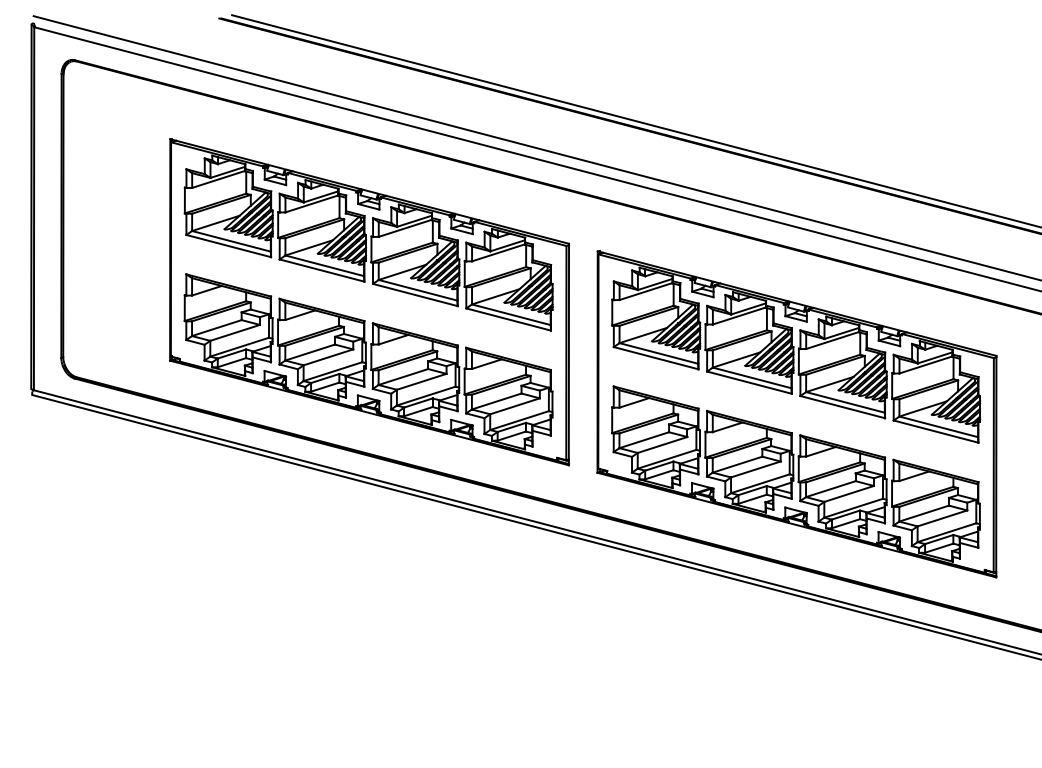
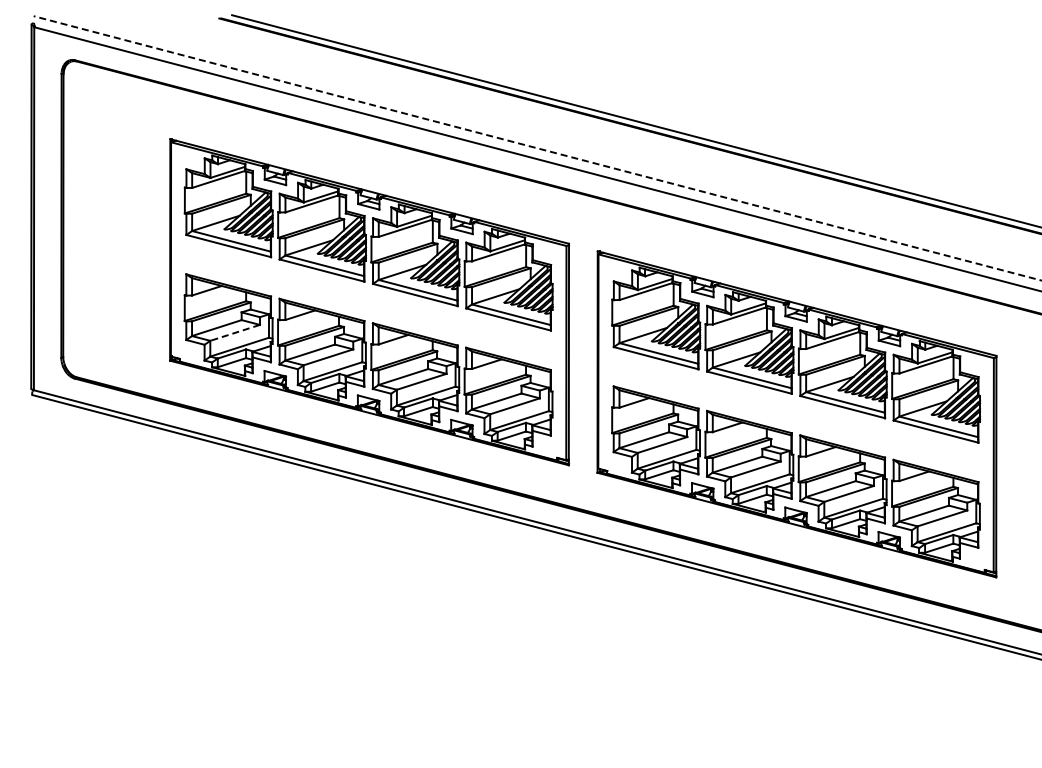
line at (537, 148): solid -> dashed
line at (234, 333): solid -> dashed
